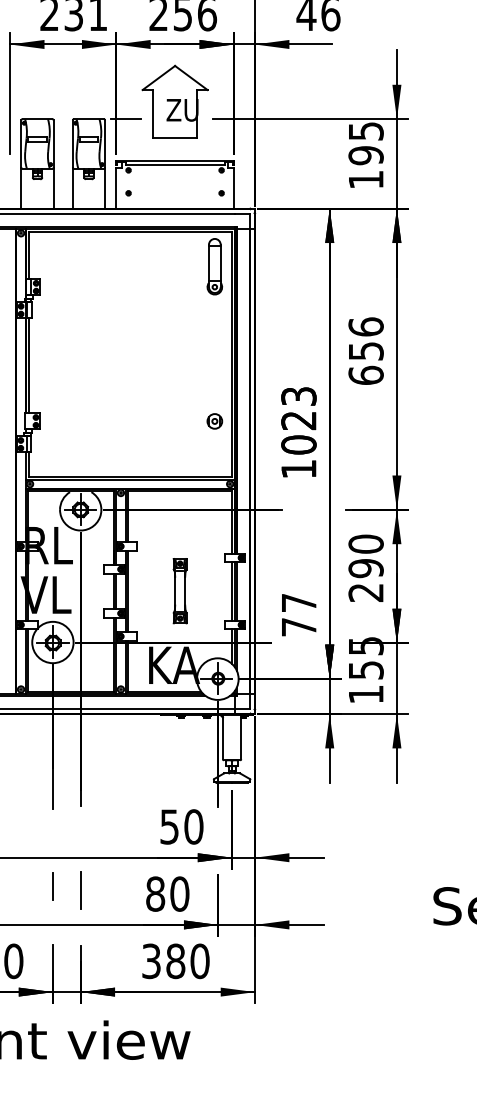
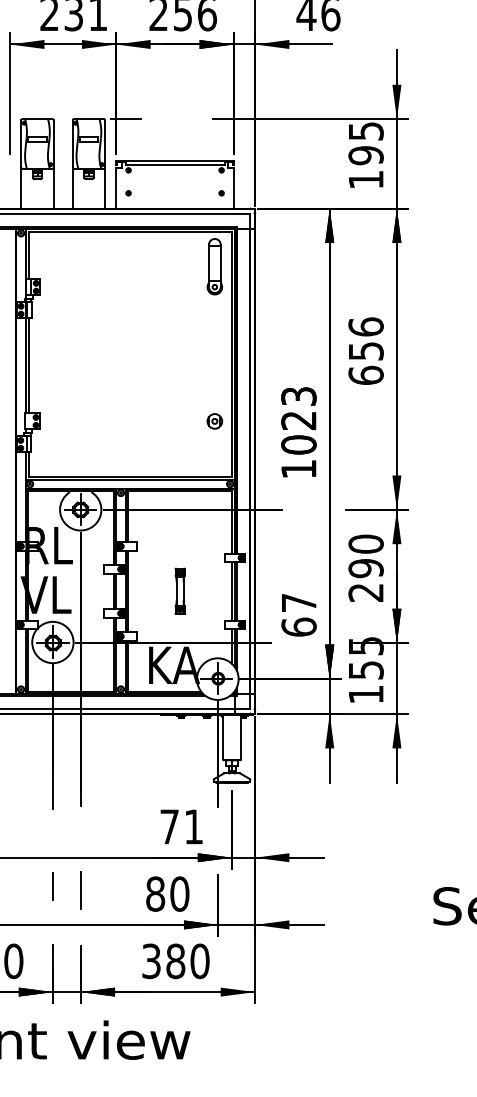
part at (174, 101): present -> none
part at (179, 591) size: 16x67 px -> 12x48 px
text at (298, 626): 77 -> 67
text at (181, 826): 50 -> 71
